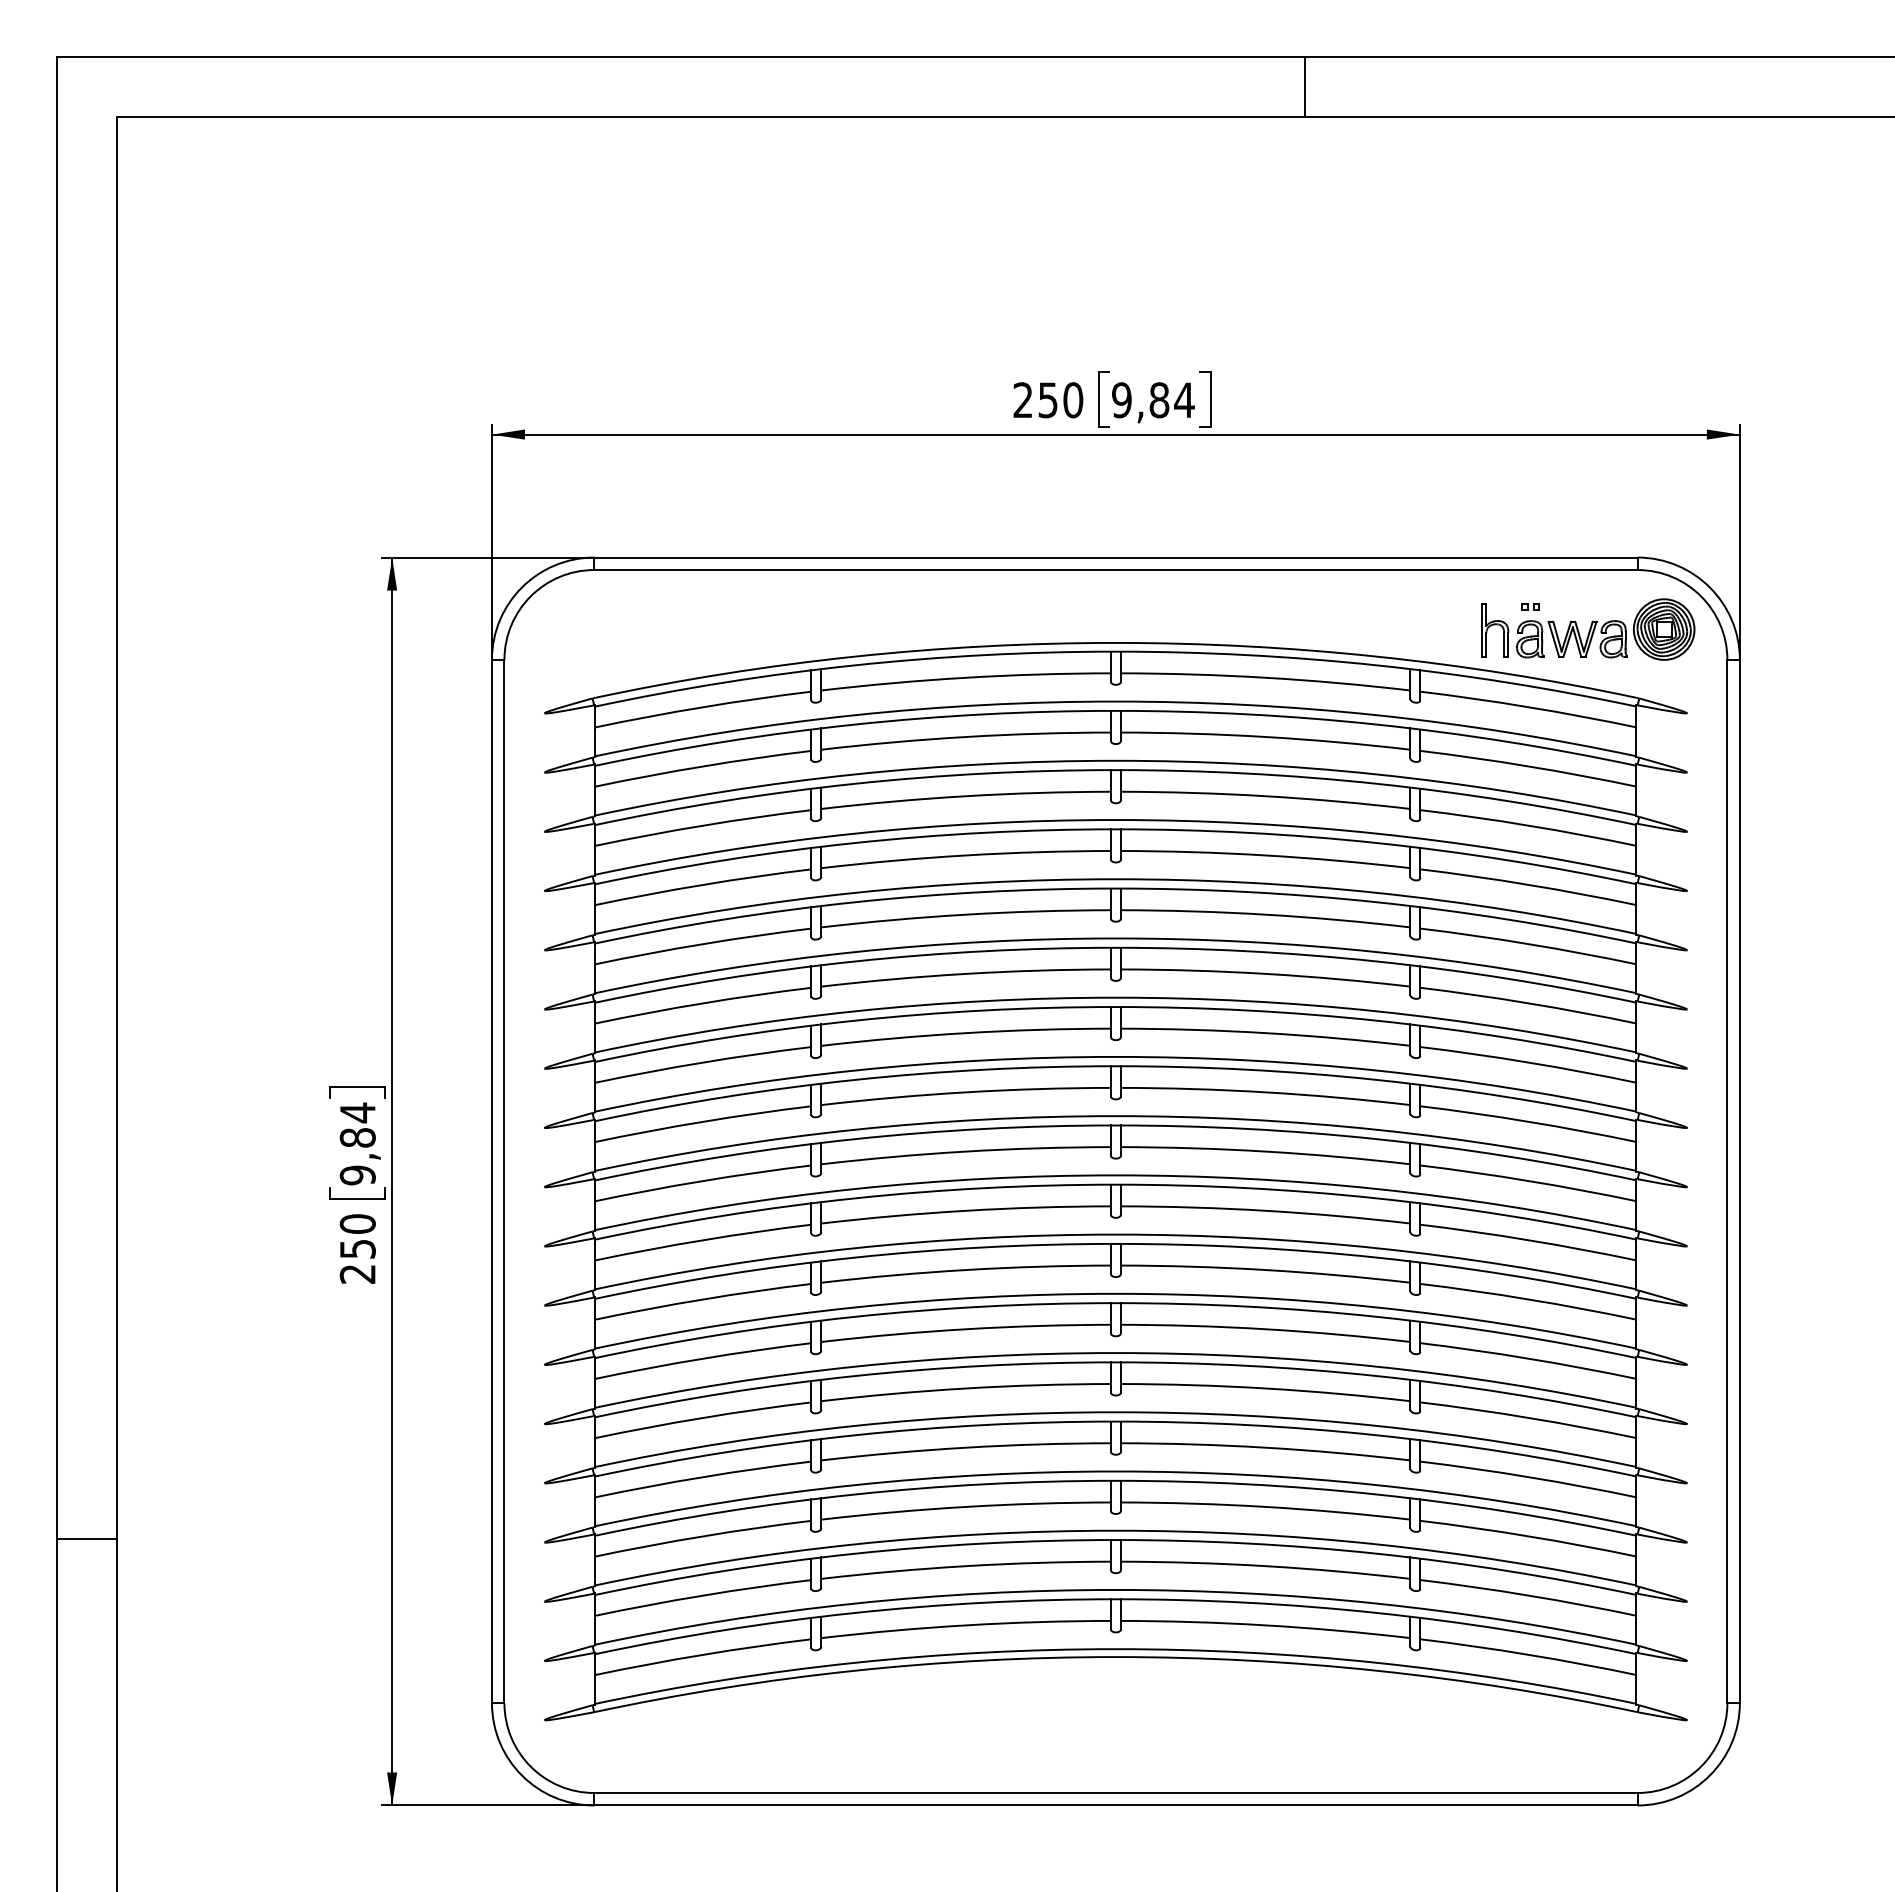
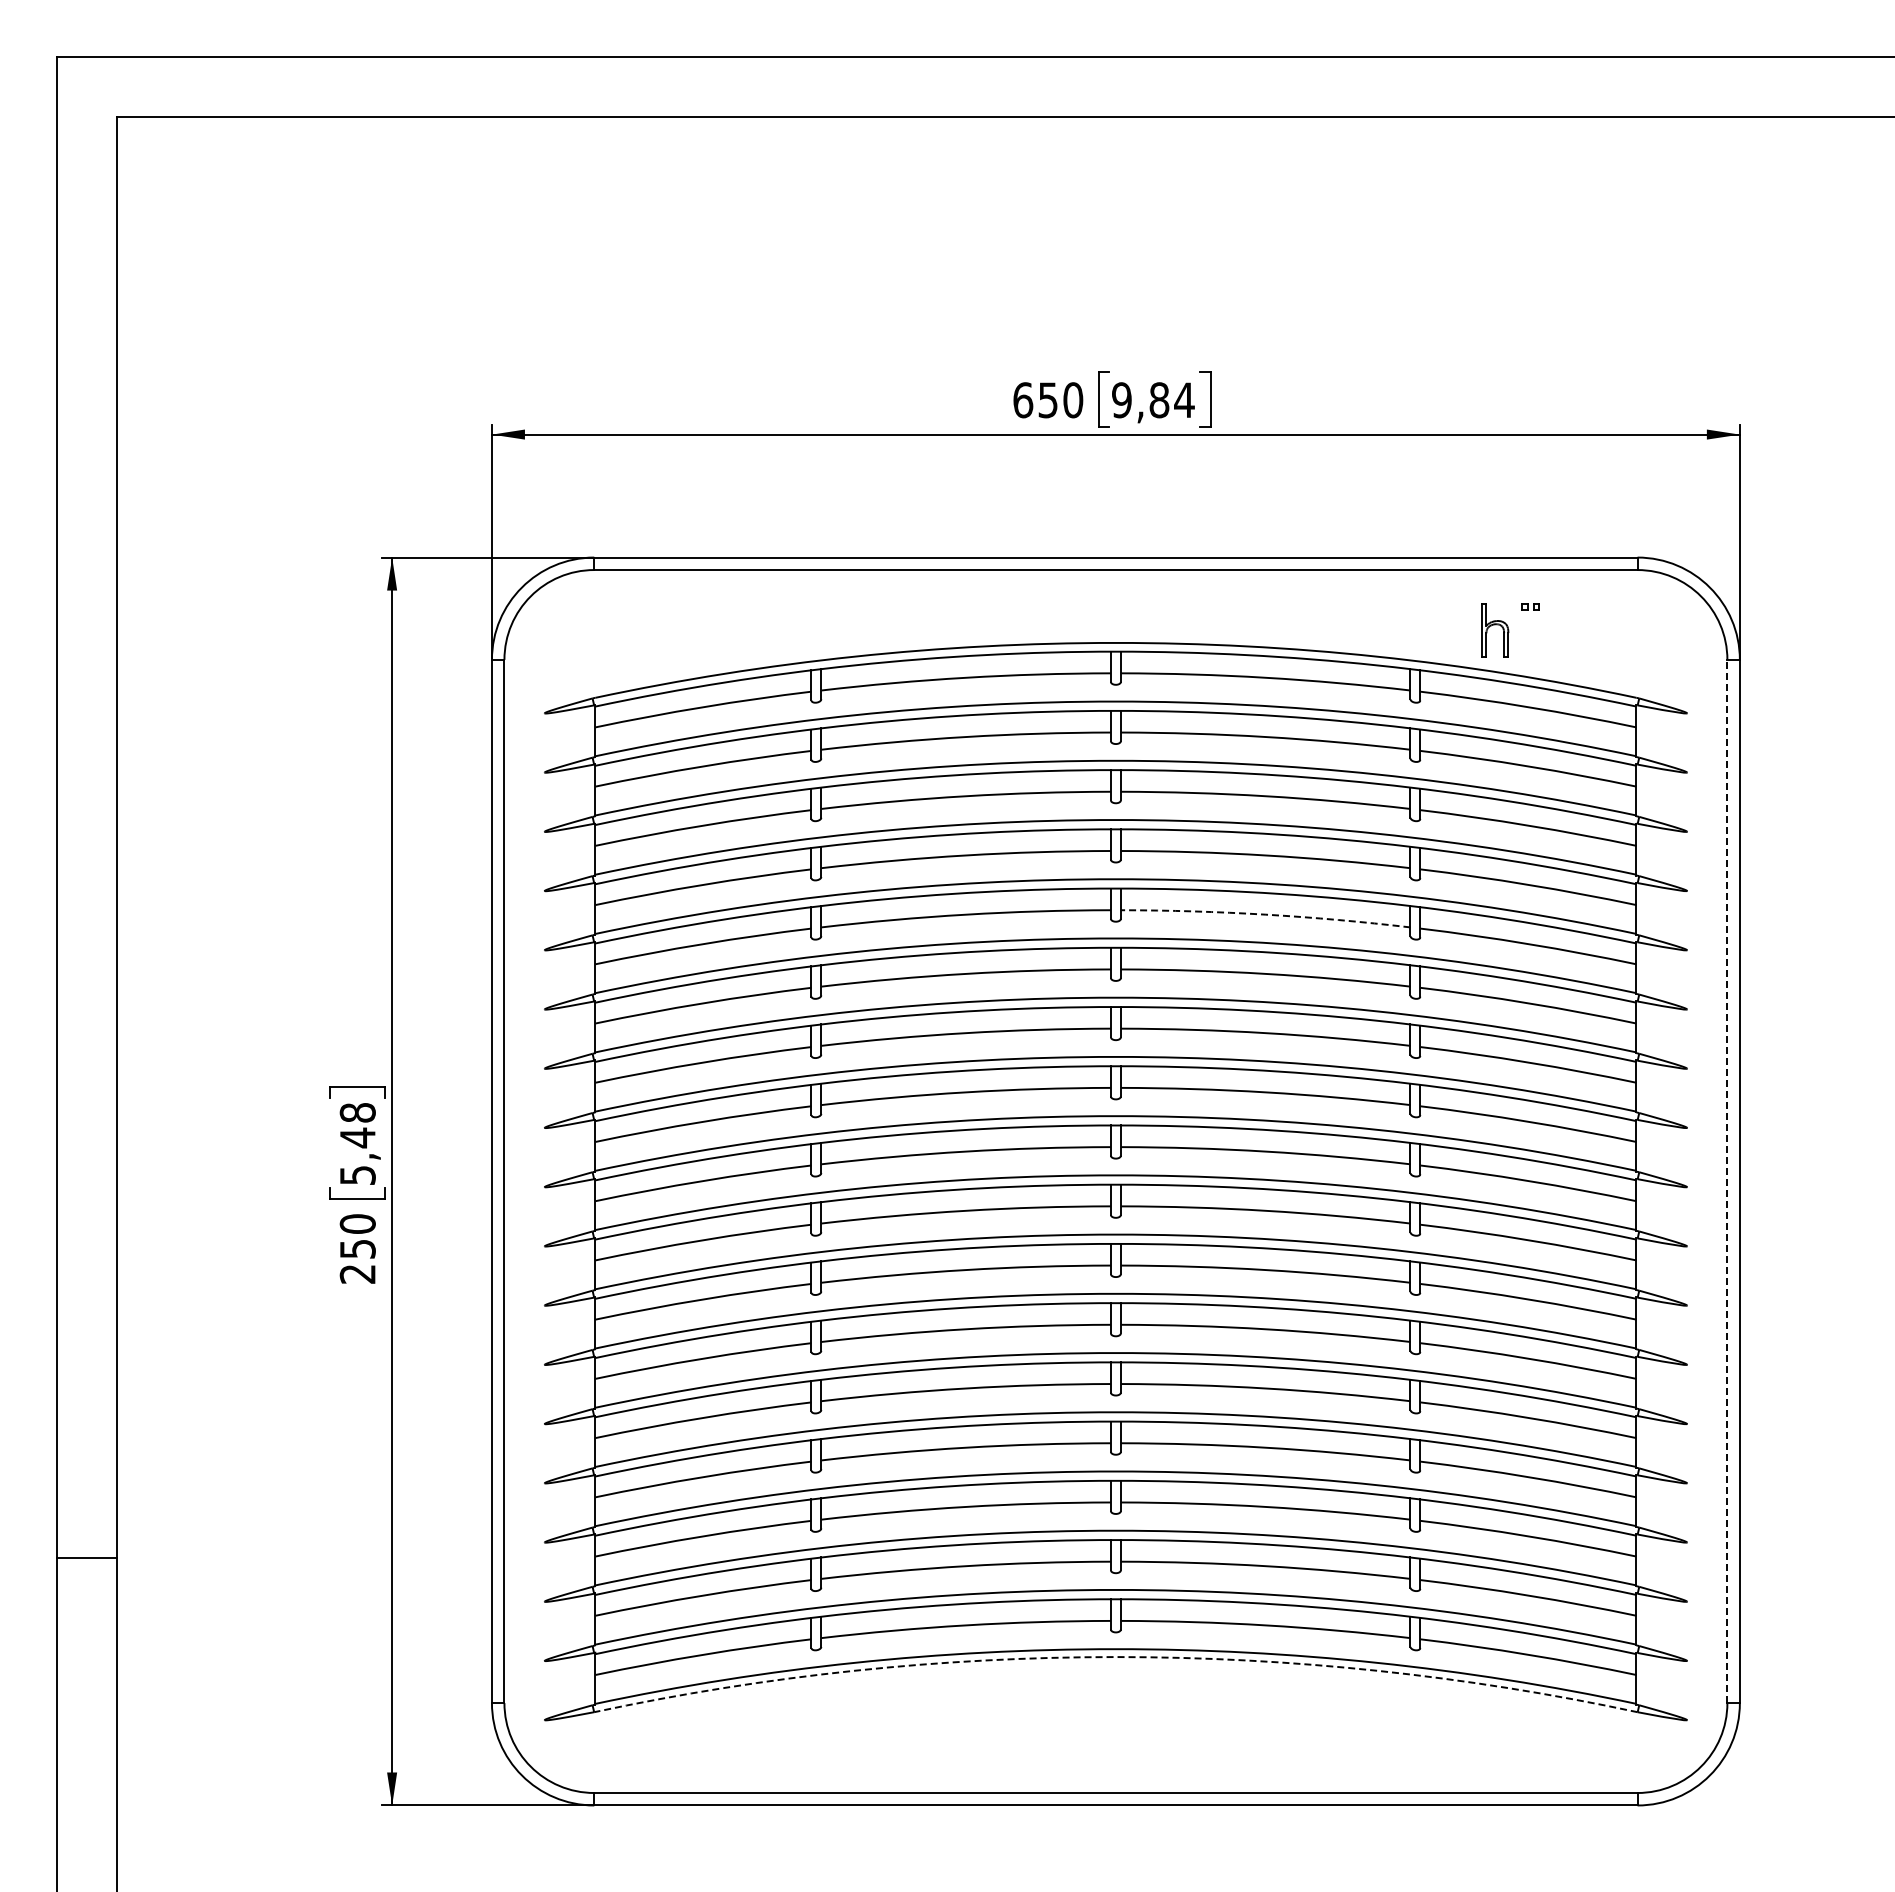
line at (1304, 86): present -> none
text at (1023, 400): 250 -> 650
part at (1605, 629): present -> none
arc at (1265, 914): solid -> dashed
text at (357, 1143): 9,84 -> 5,48
line at (1727, 1181): solid -> dashed
line at (86, 1539) position: (86, 1539) -> (86, 1558)
arc at (1115, 1657): solid -> dashed
